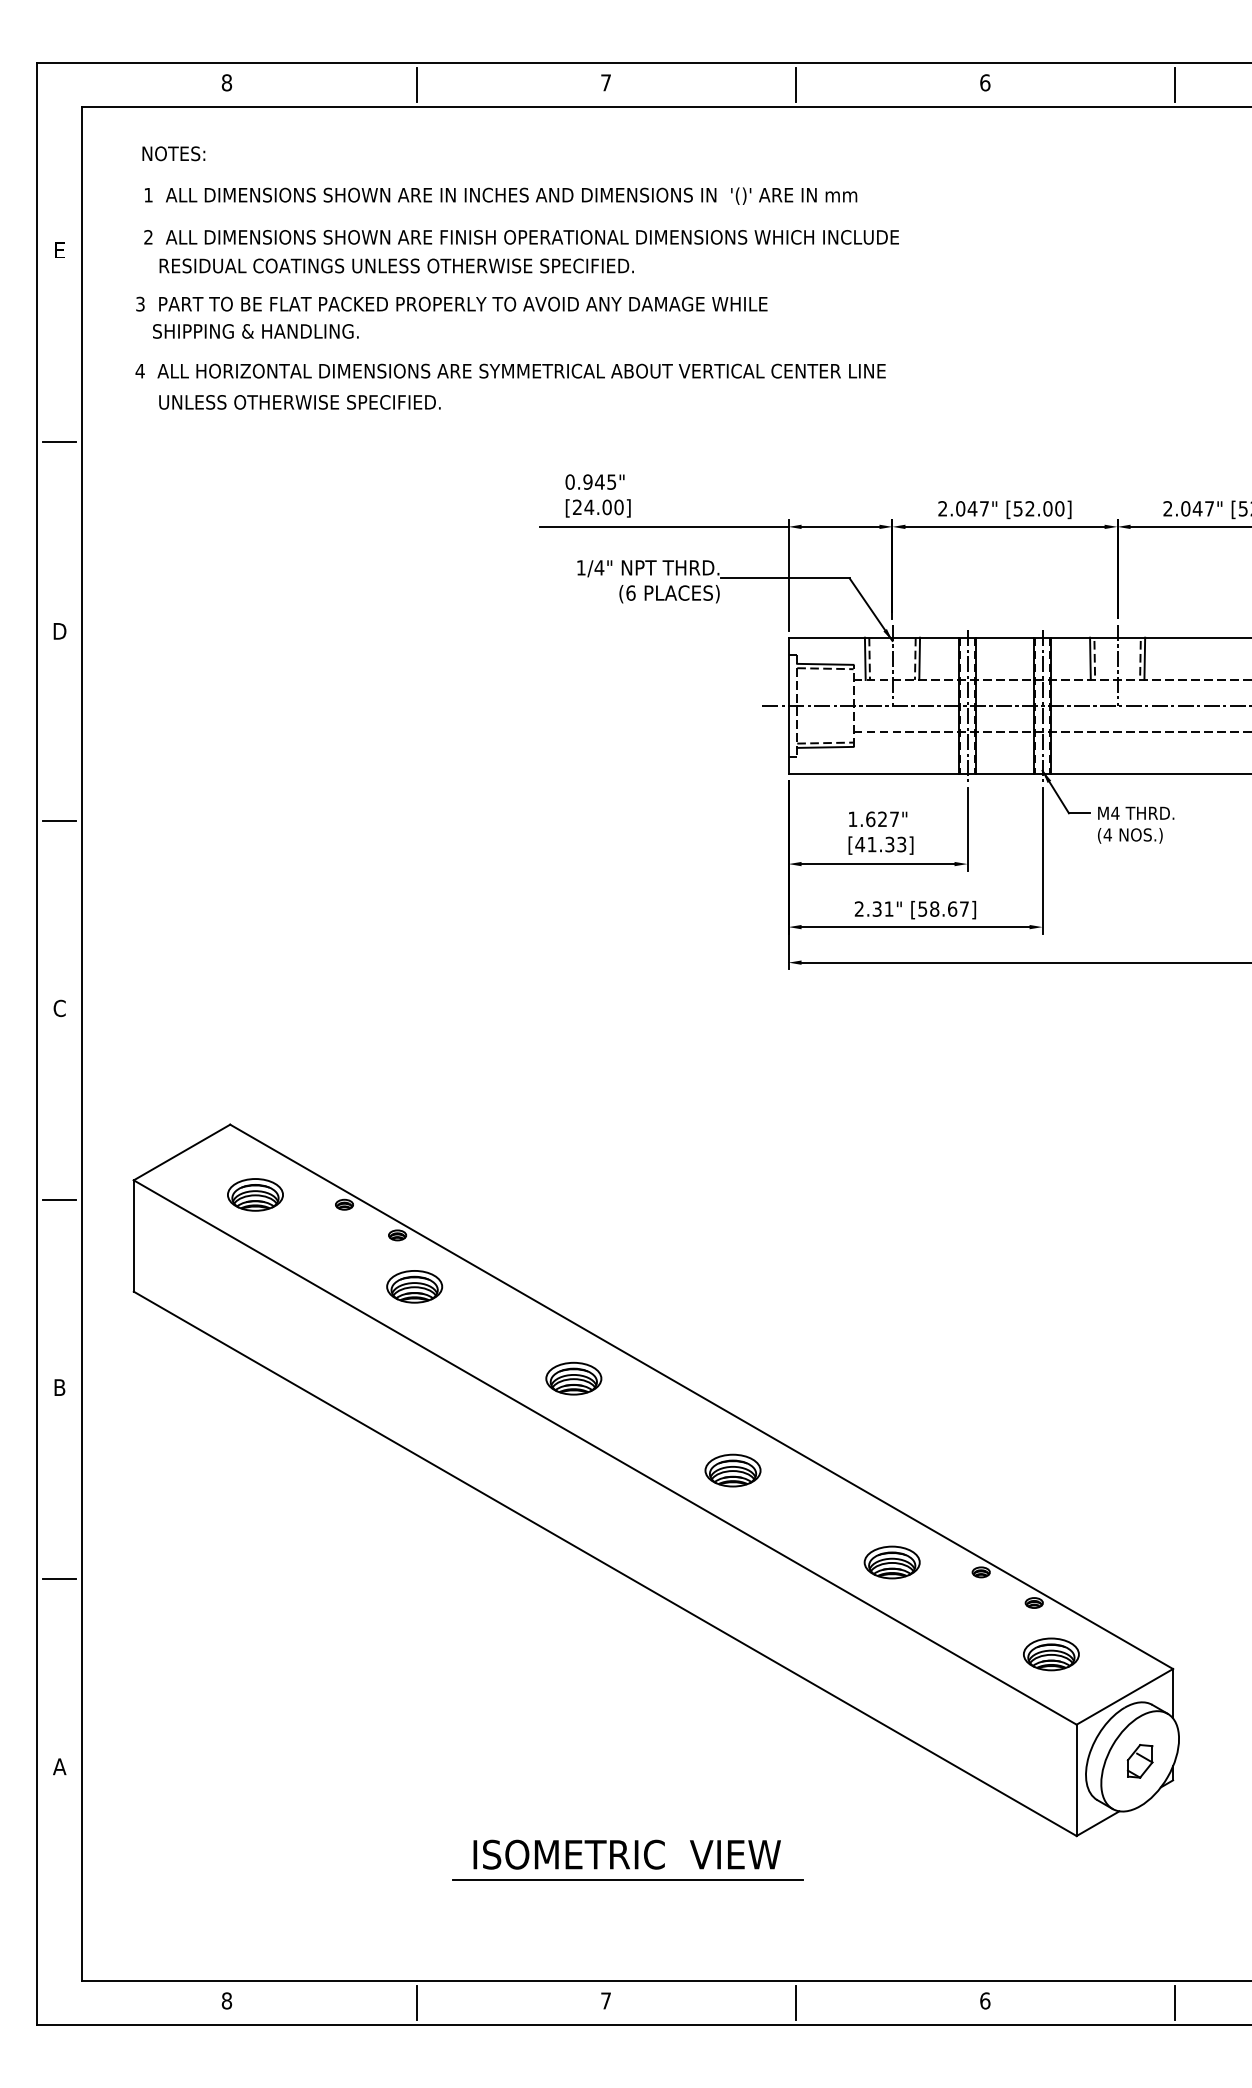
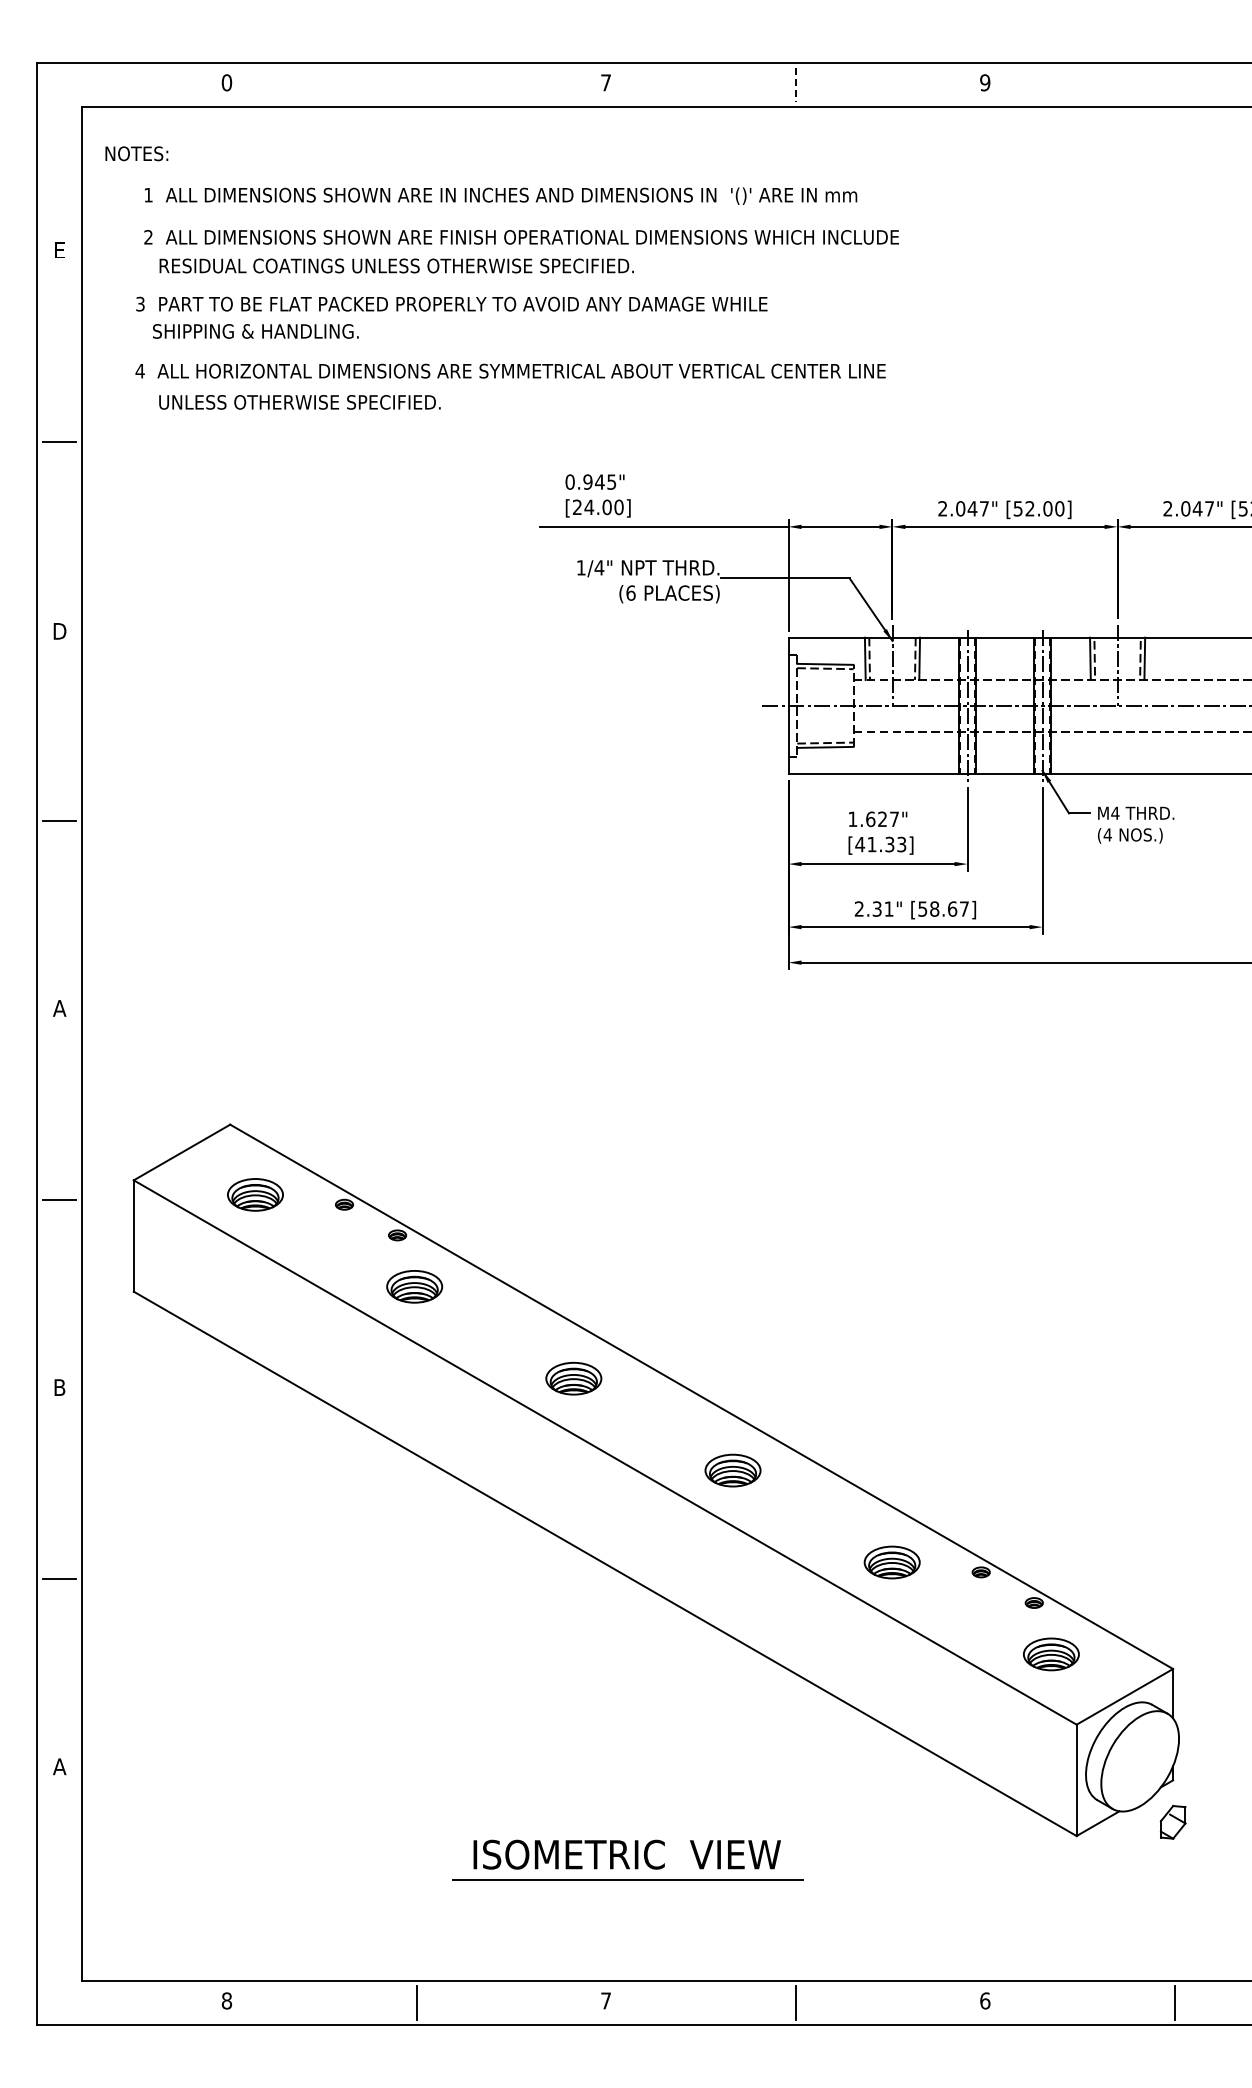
text at (226, 82): 8 -> 0
text at (985, 82): 6 -> 9
line at (416, 84): present -> none
line at (795, 84): solid -> dashed
line at (1174, 84): present -> none
text at (173, 153) position: (173, 153) -> (136, 153)
text at (59, 1008): C -> A
part at (1139, 1761) position: (1139, 1761) -> (1172, 1822)
